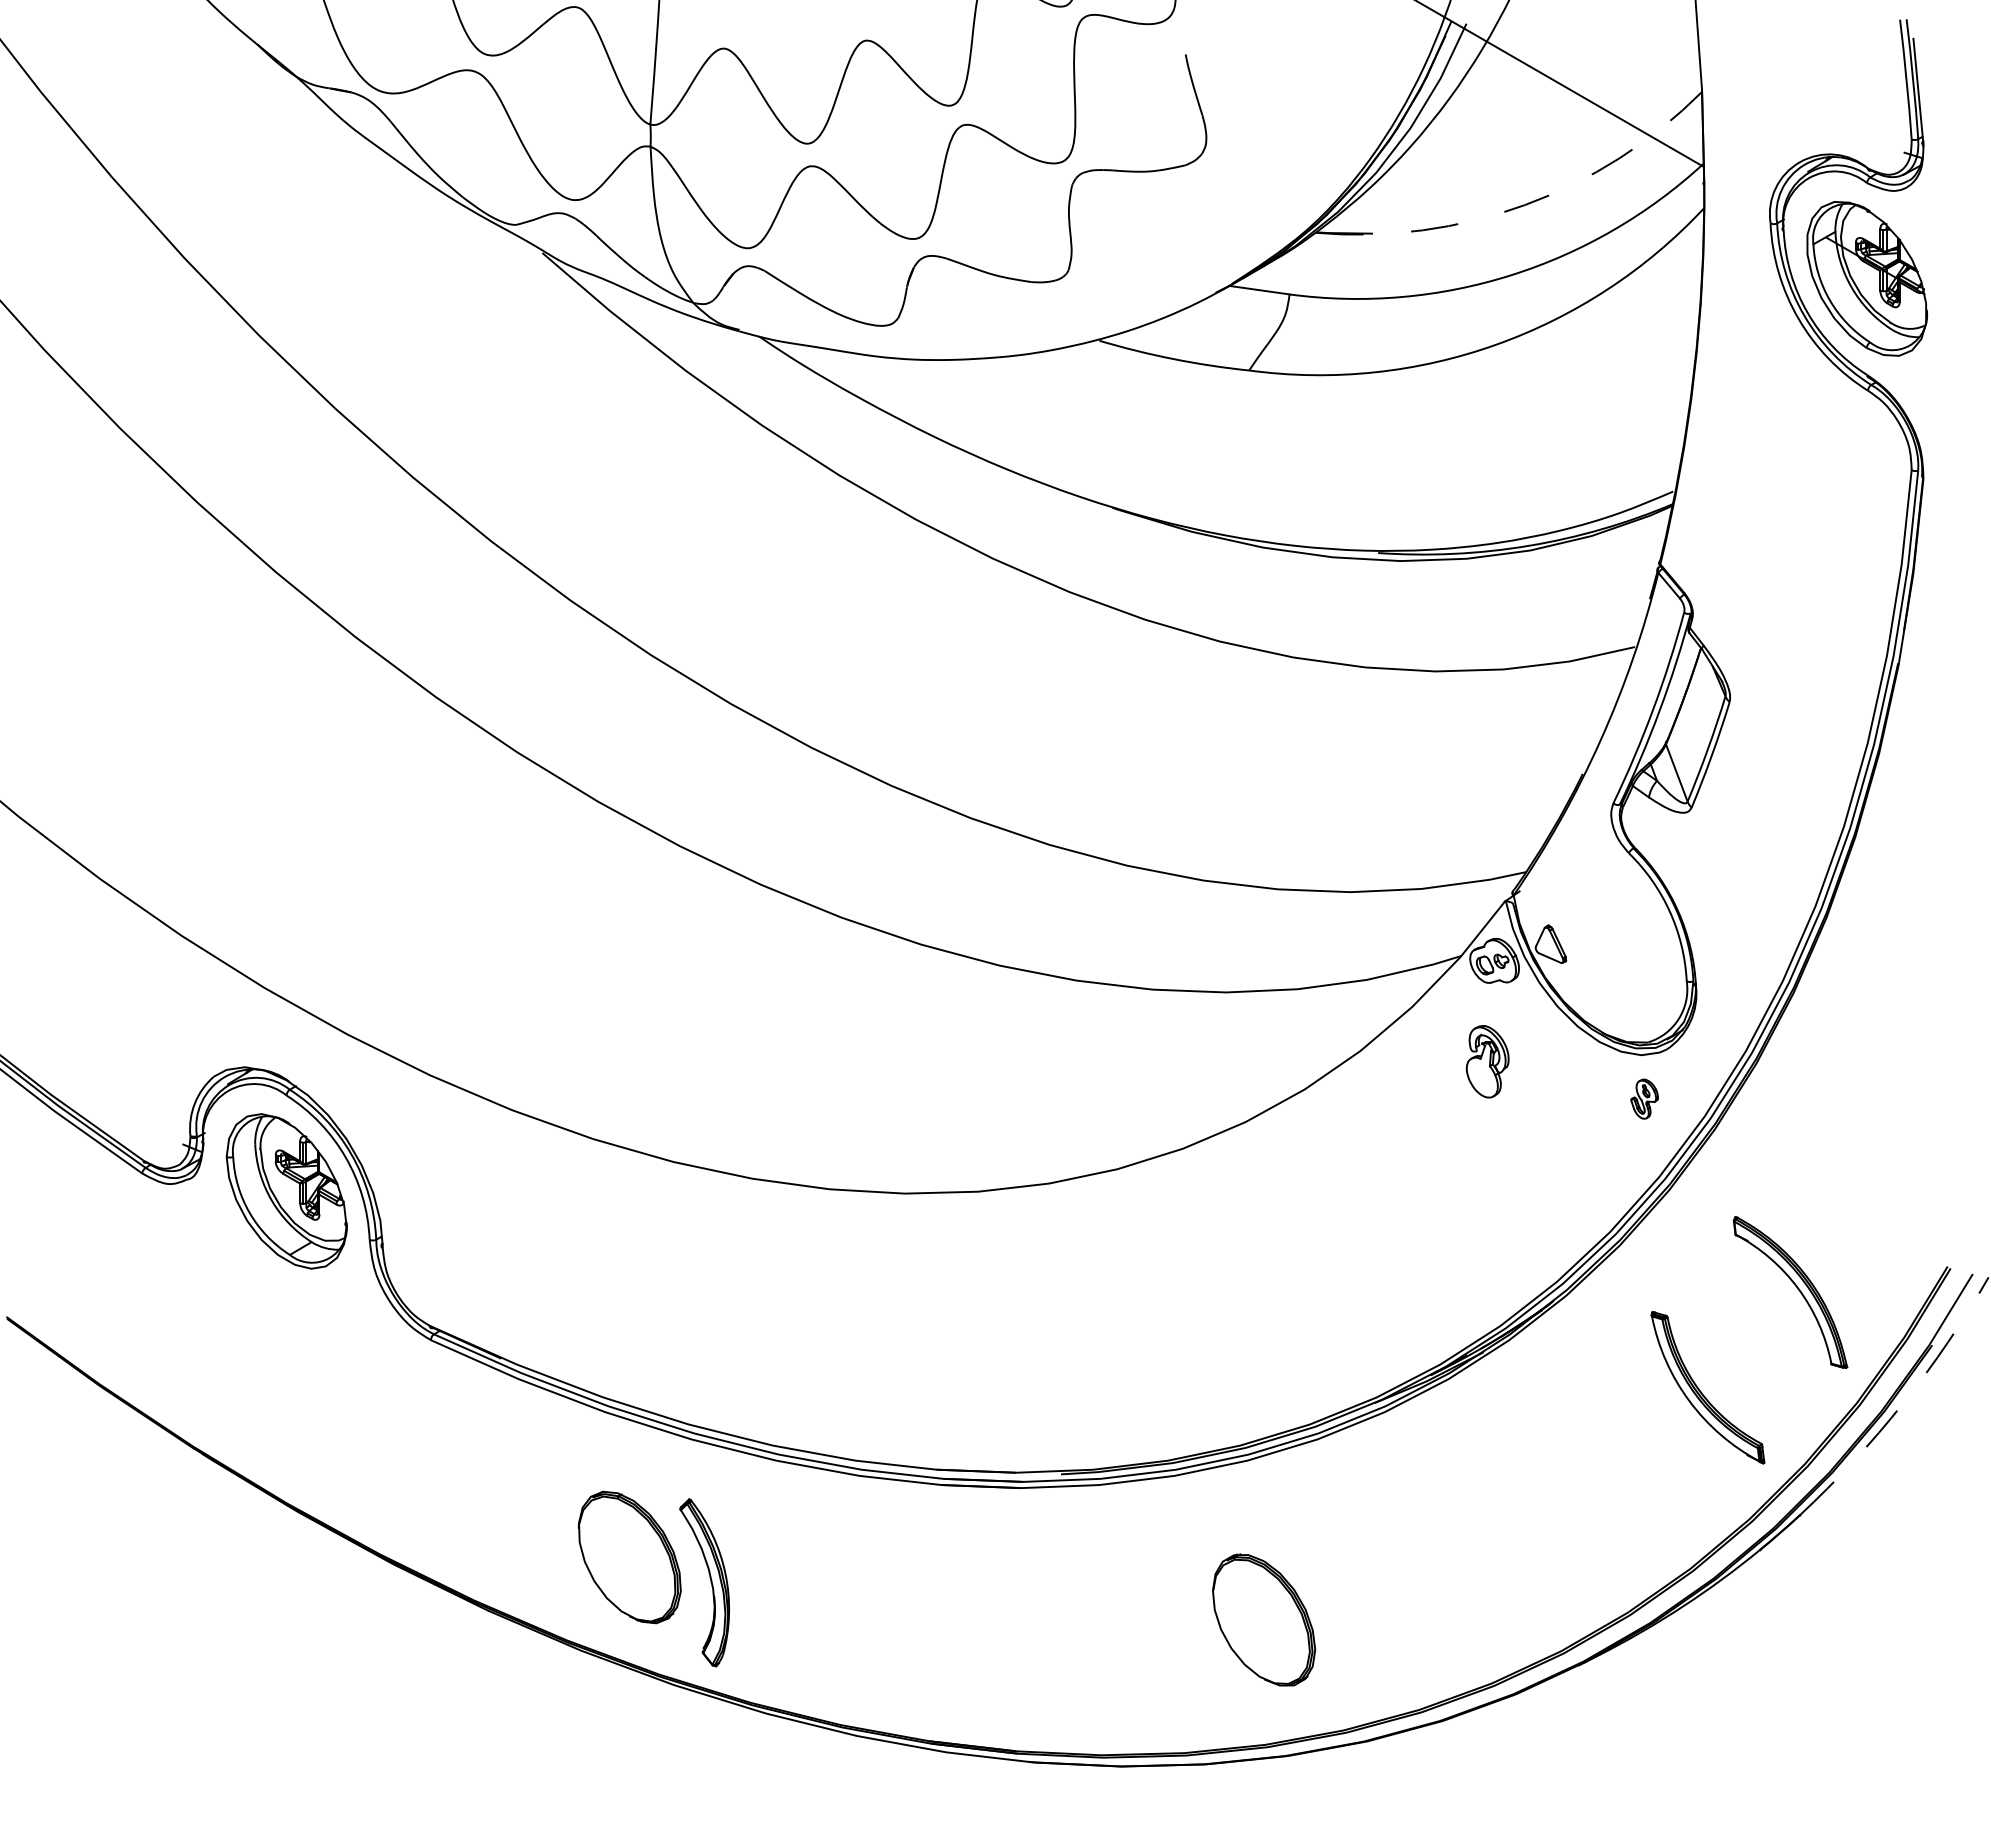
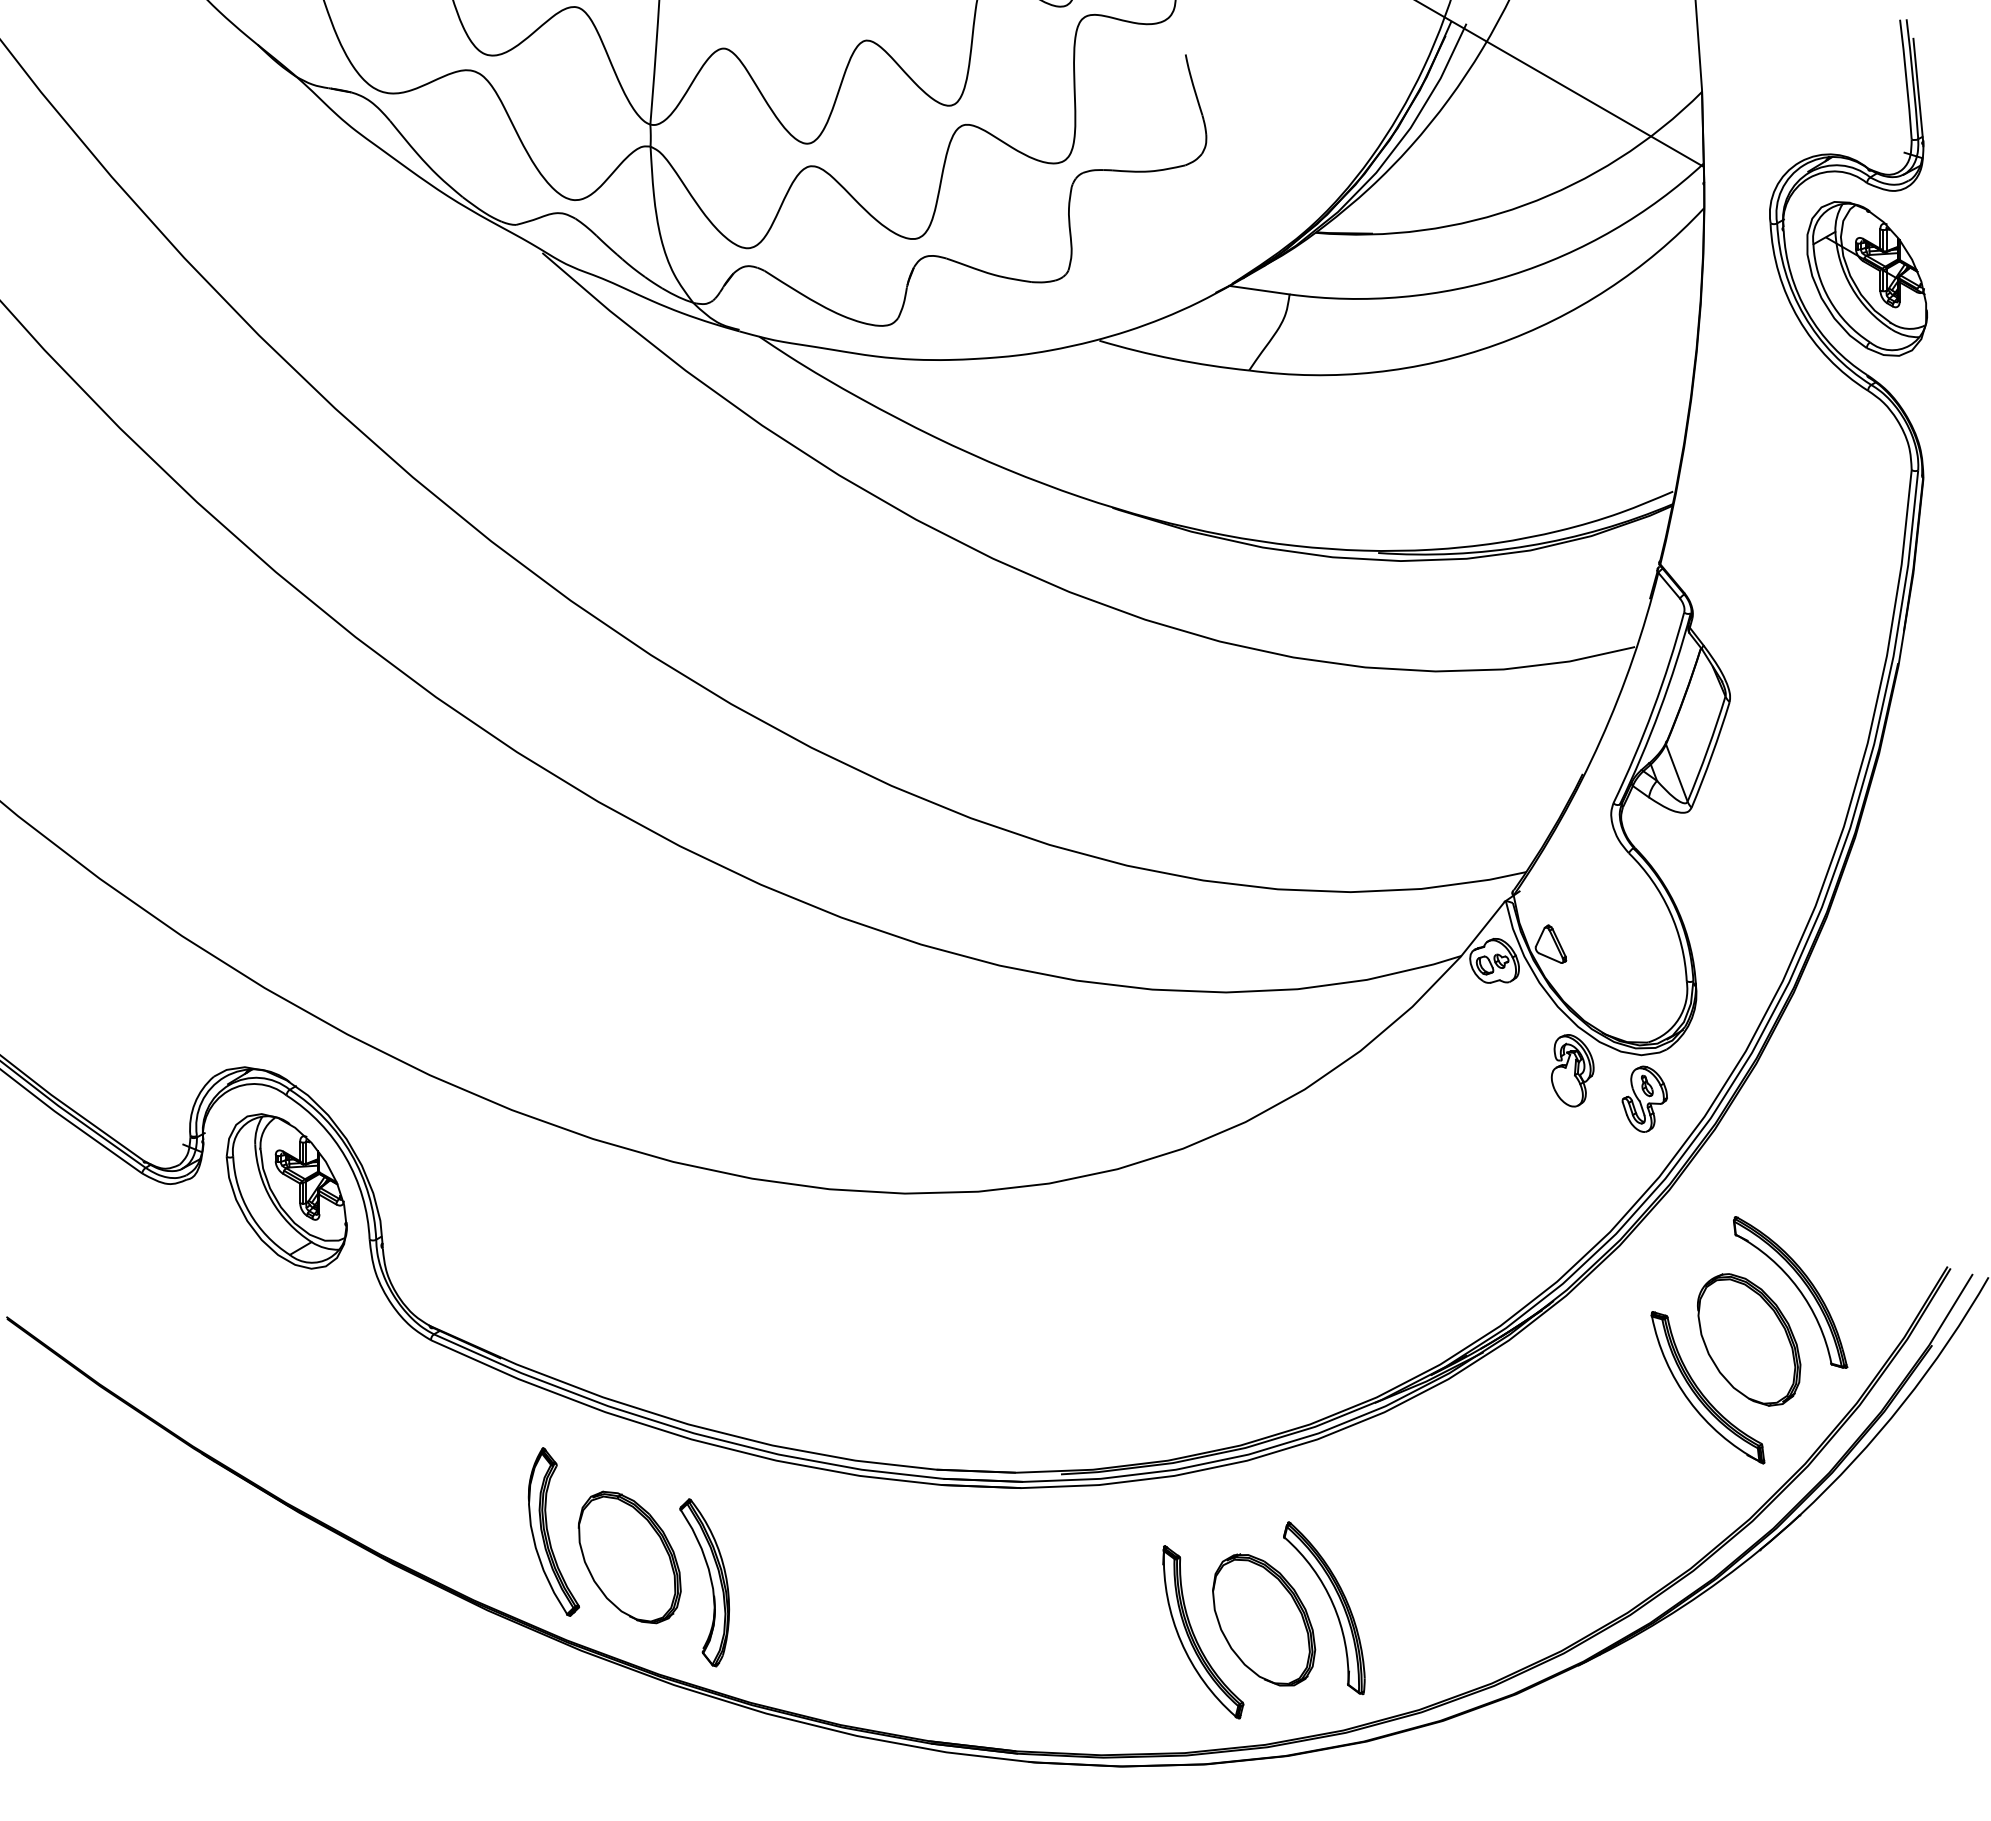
arc at (1524, 205): dashed -> solid
part at (1487, 1061) position: (1487, 1061) -> (1572, 1070)
part at (1644, 1098) size: 30x42 px -> 47x68 px
part at (1749, 1339): none -> present
arc at (1903, 1403): dashed -> solid
part at (553, 1531): none -> present
part at (1332, 1605): none -> present
part at (1195, 1635): none -> present
